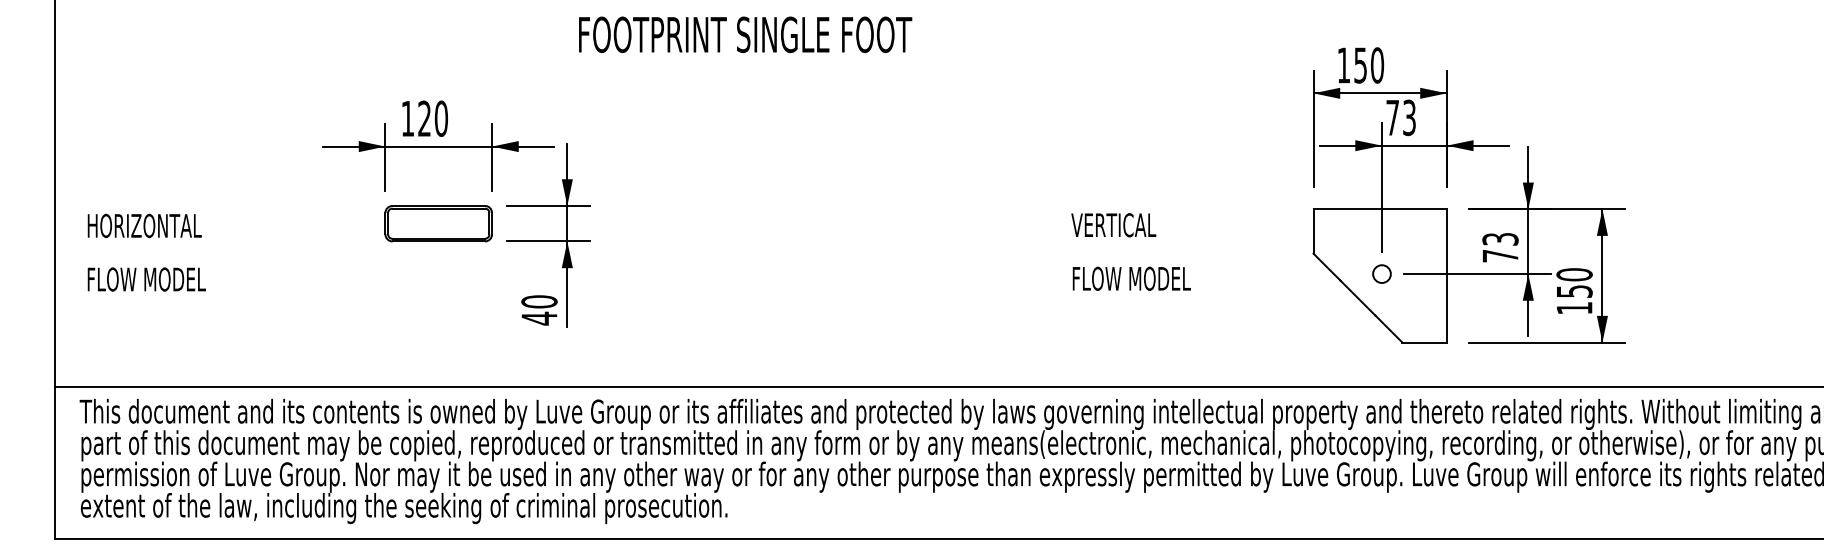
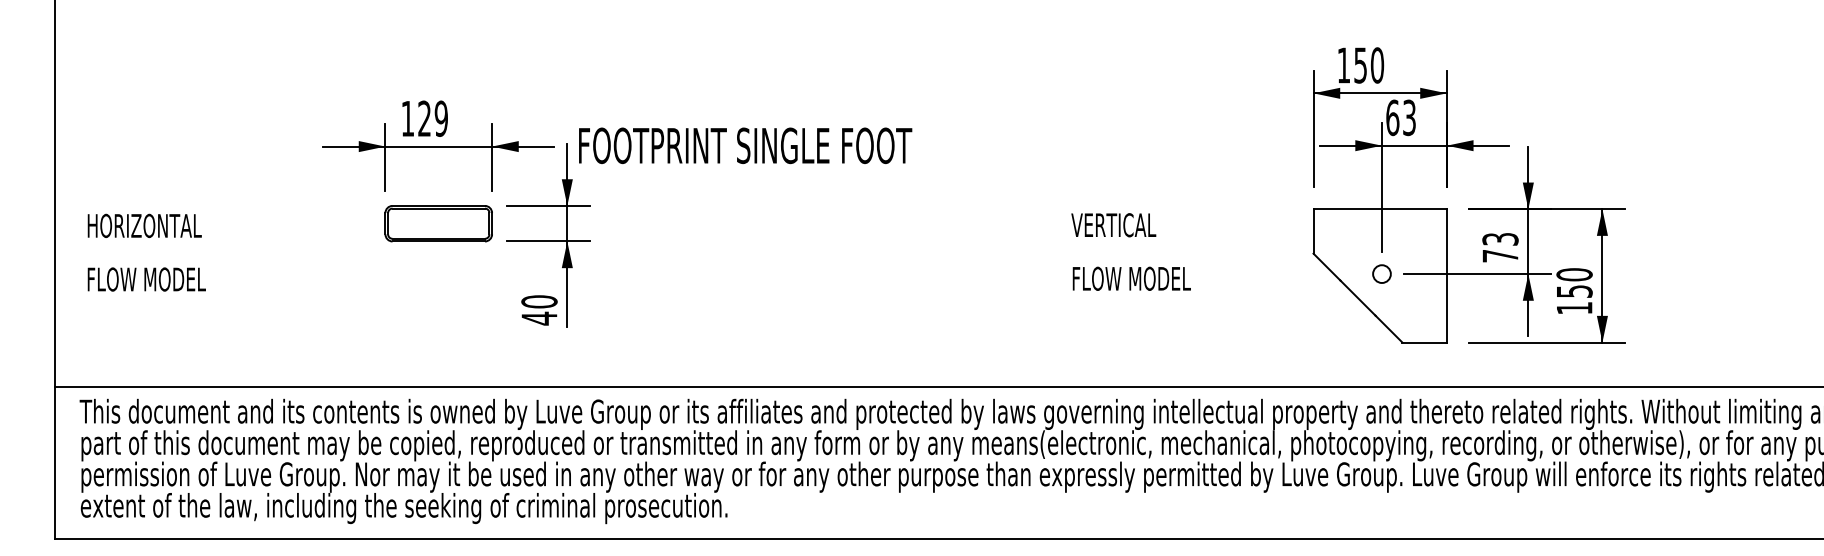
text at (745, 34) position: (745, 34) -> (745, 145)
text at (1392, 117): 73 -> 63
text at (441, 118): 120 -> 129
